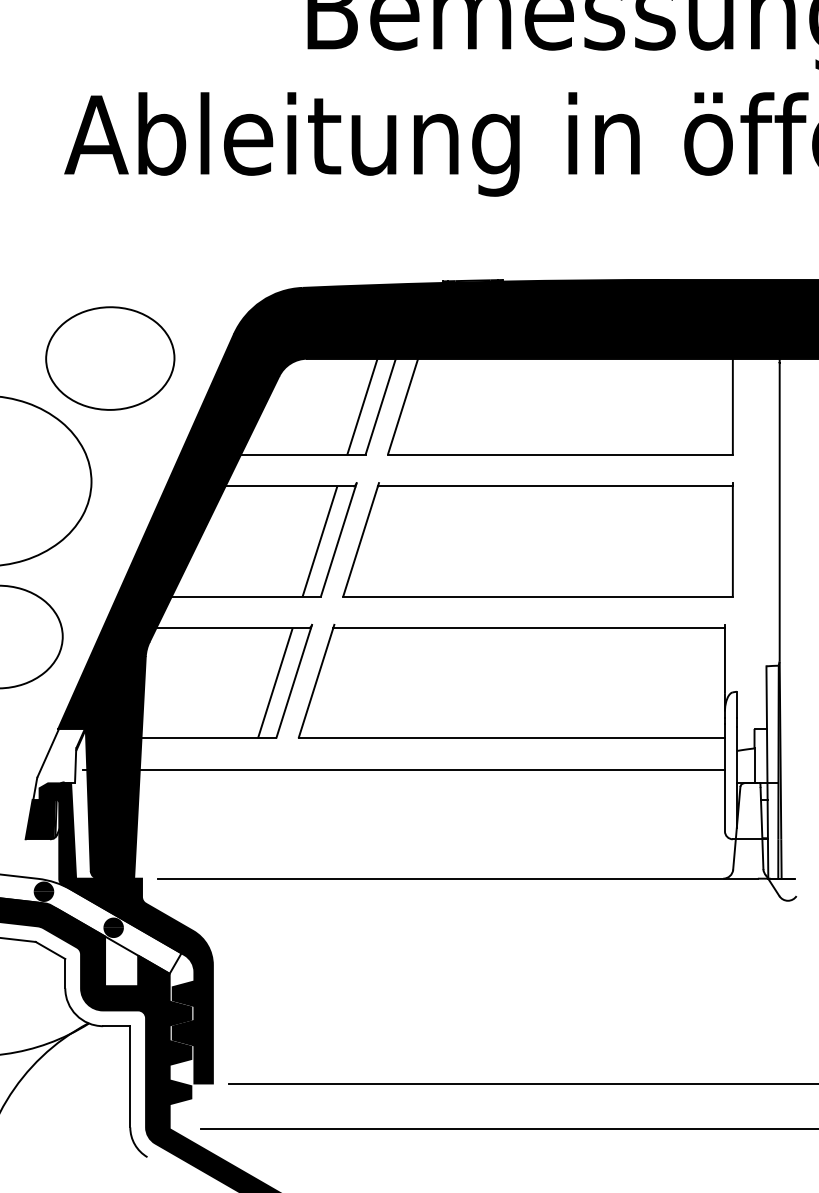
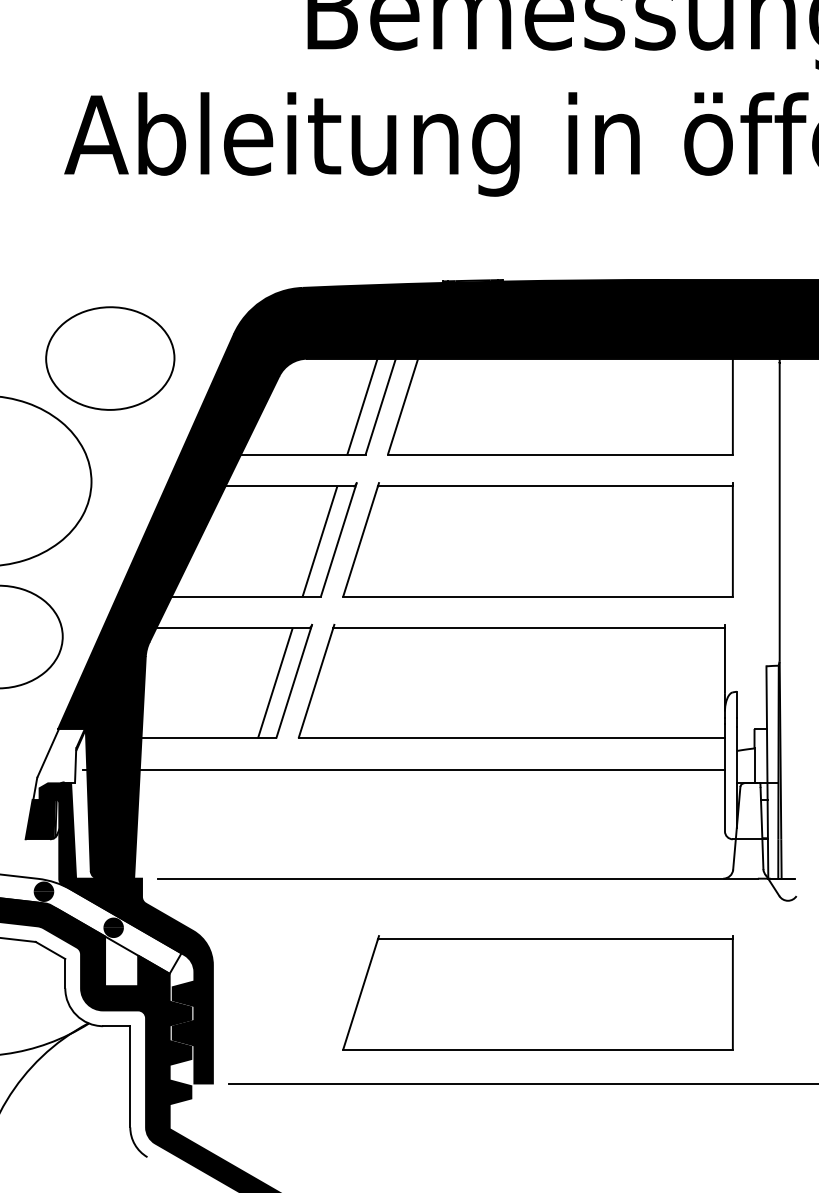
part at (537, 992): none -> present
line at (508, 1129): present -> none
